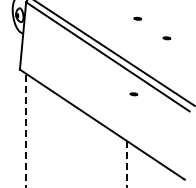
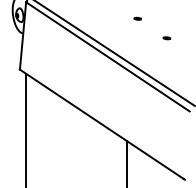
part at (133, 94): present -> none
line at (26, 130): dashed -> solid
line at (127, 164): dashed -> solid
